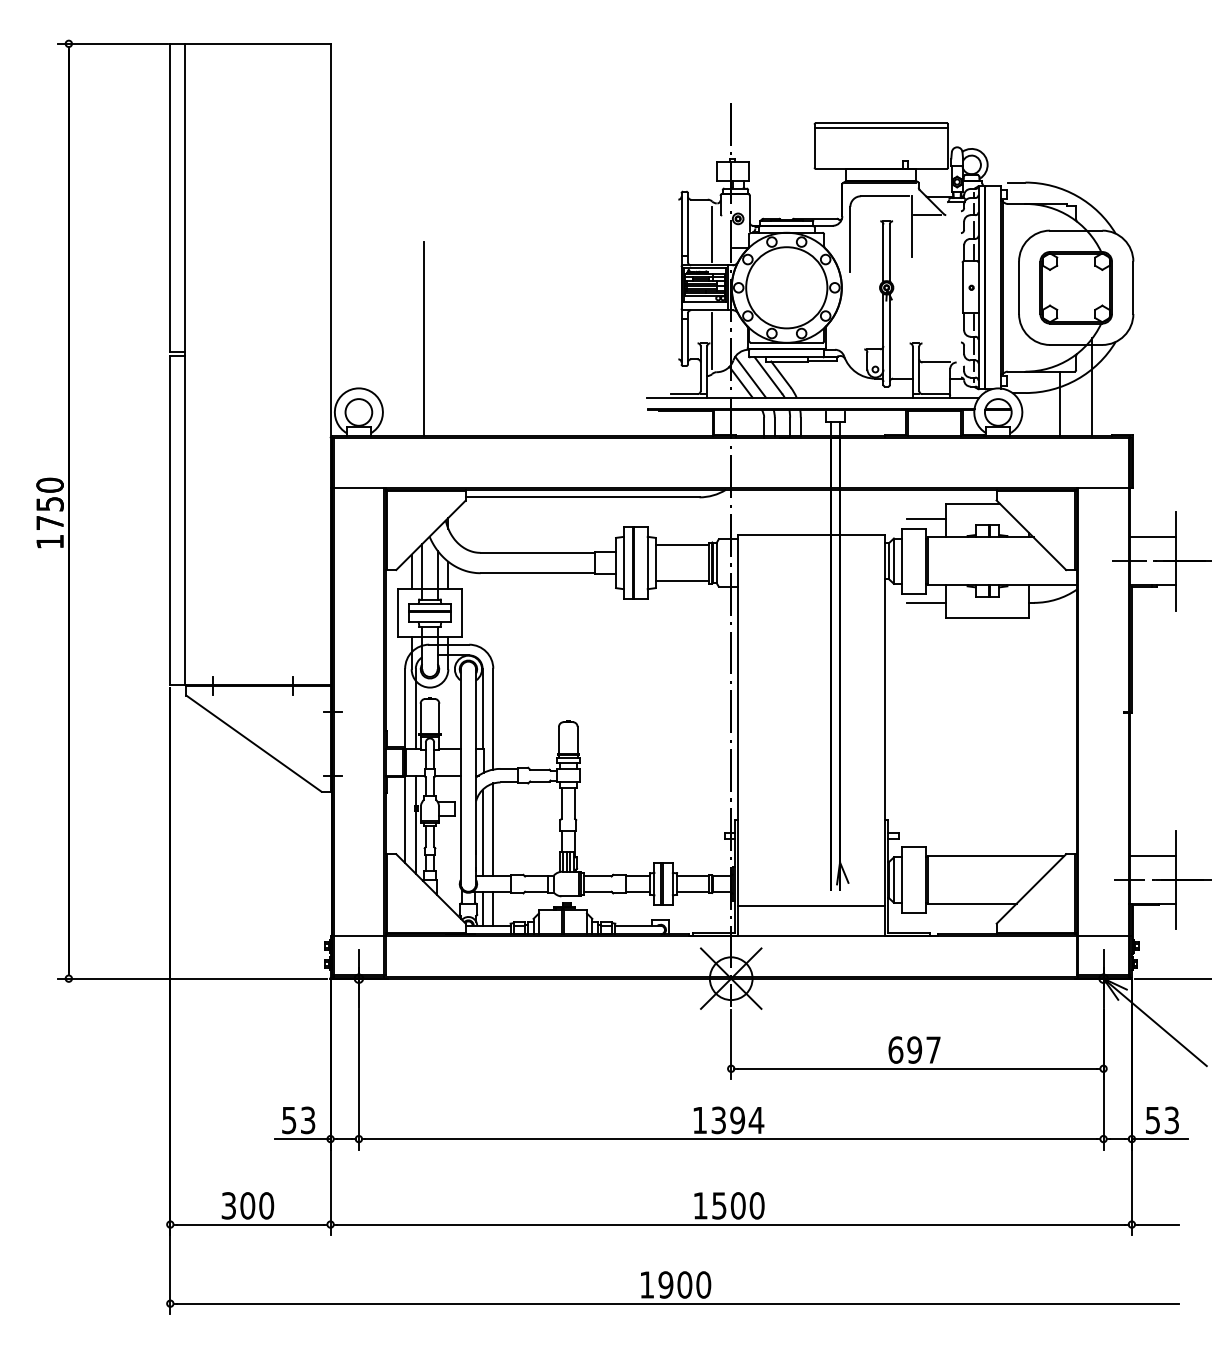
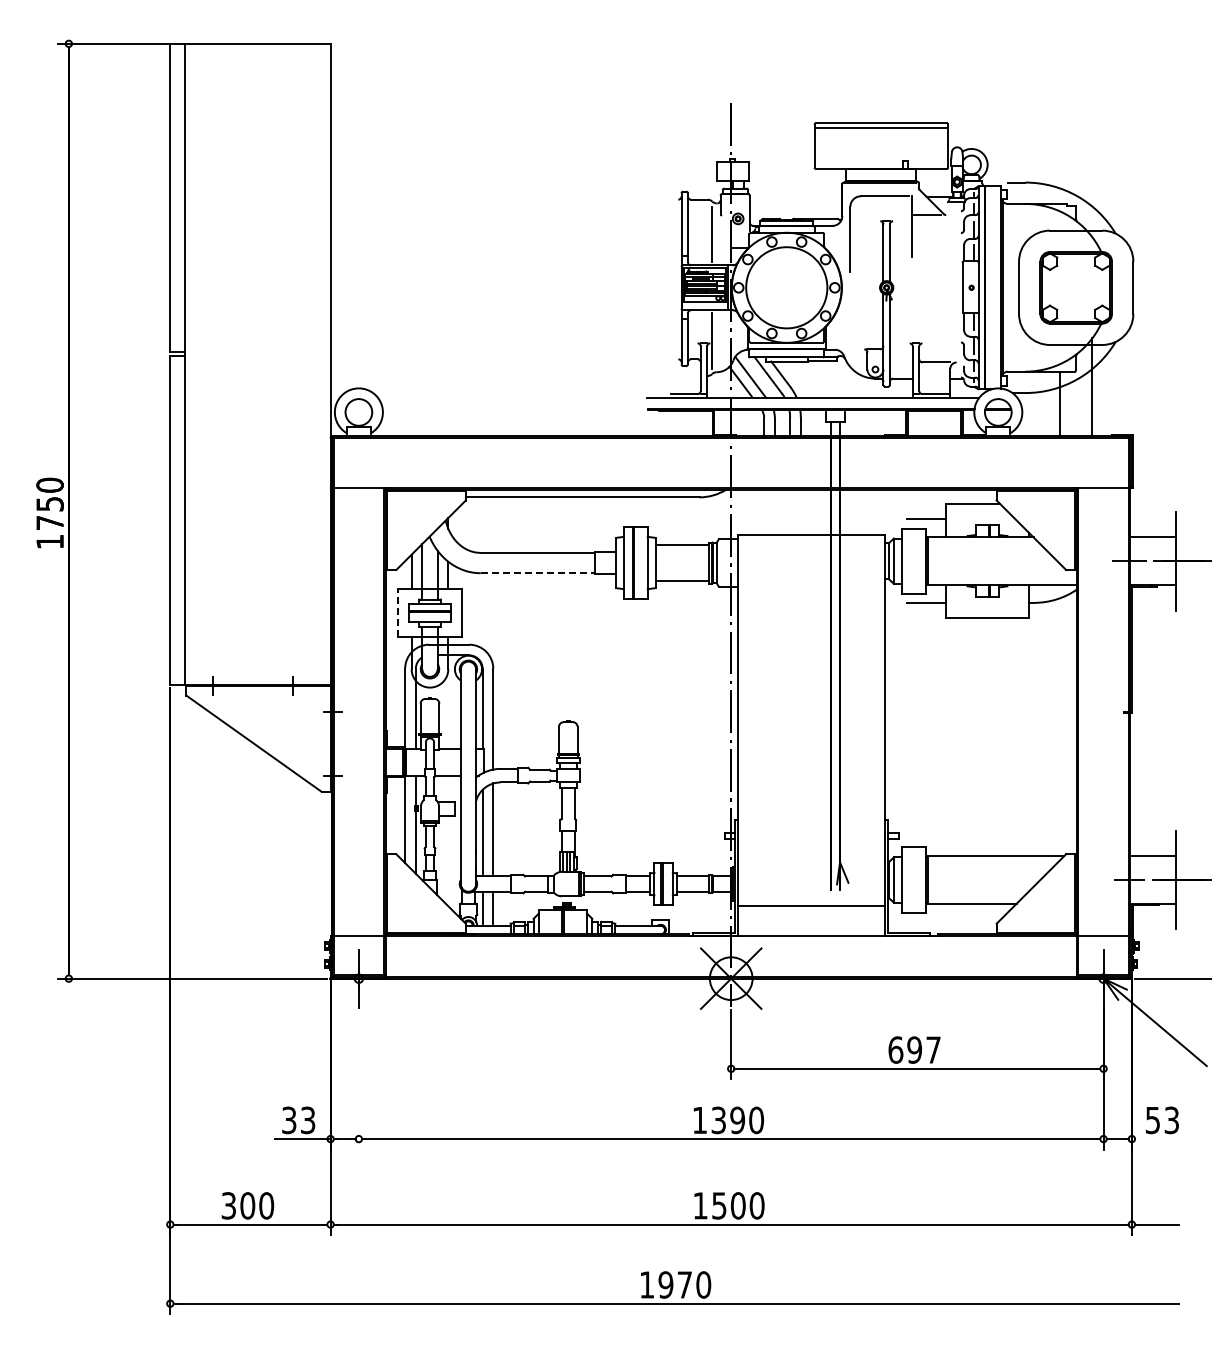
line at (424, 338): present -> none
line at (538, 573): solid -> dashed
line at (398, 612): solid -> dashed
line at (358, 1079): present -> none
text at (289, 1119): 53 -> 33
text at (756, 1120): 1394 -> 1390
line at (1159, 1139): present -> none
text at (684, 1284): 1900 -> 1970
